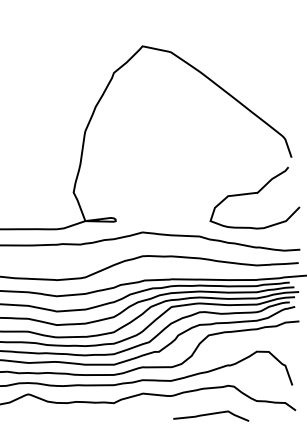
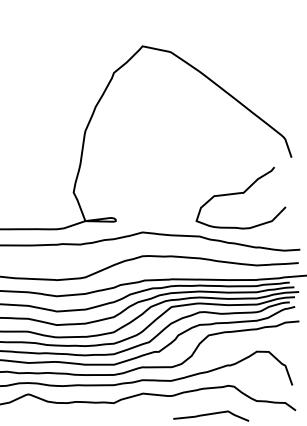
curve at (253, 194) position: (253, 194) -> (239, 194)
